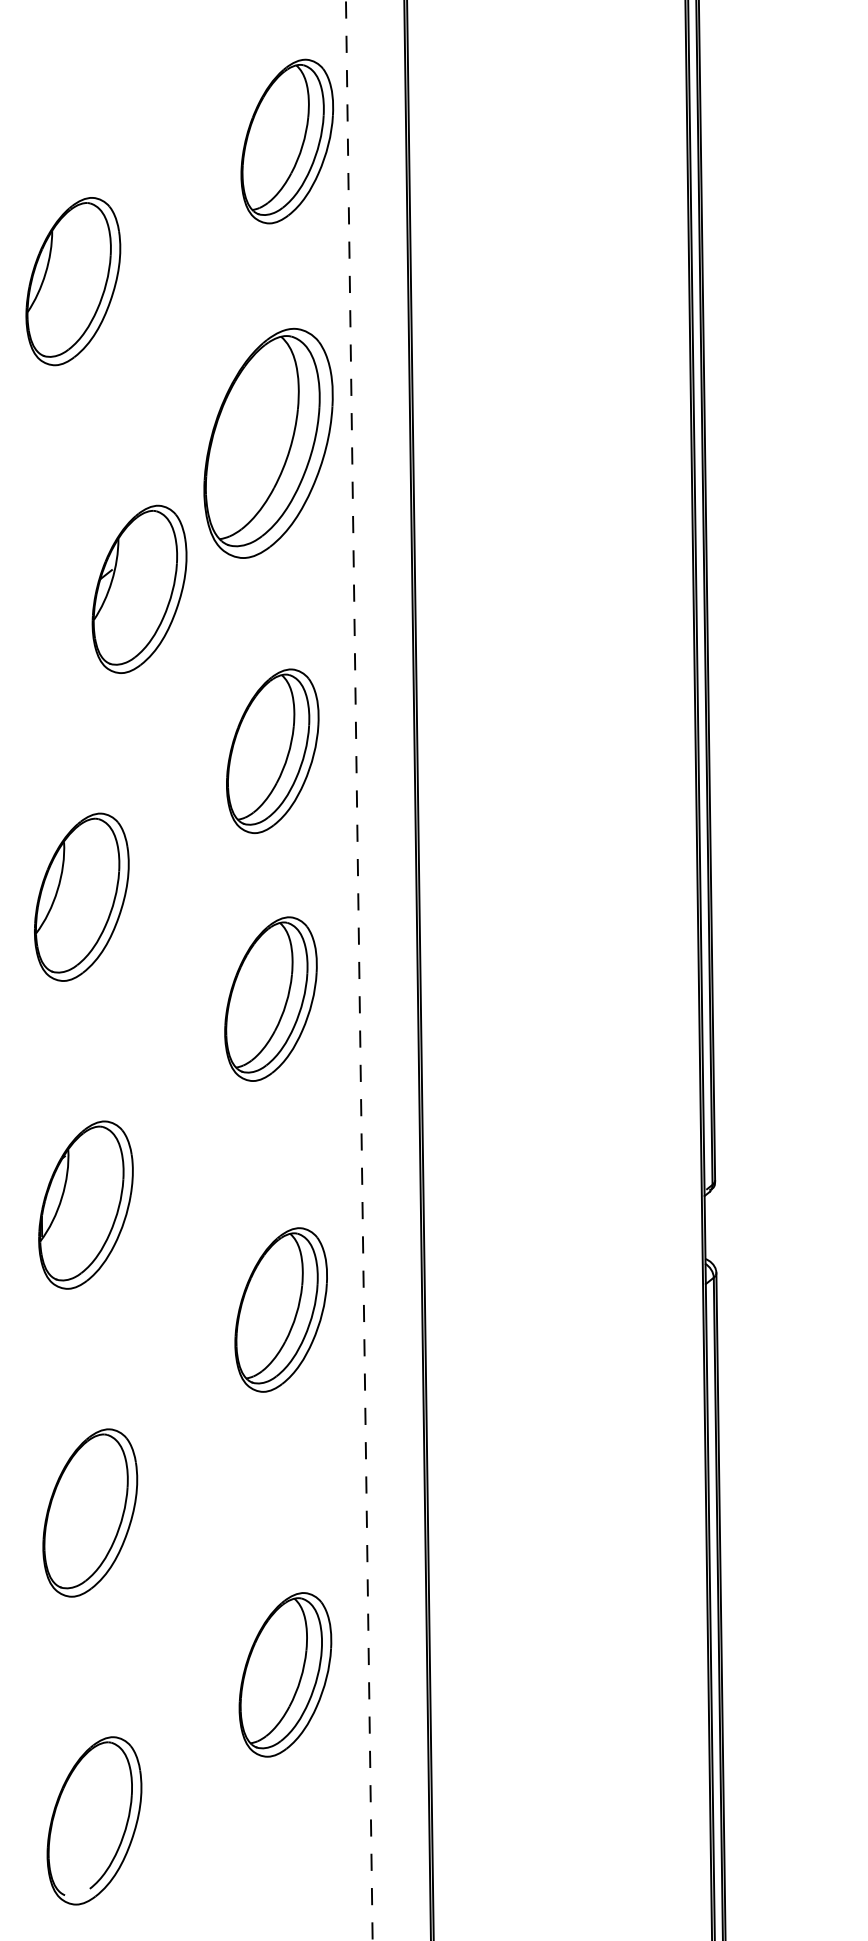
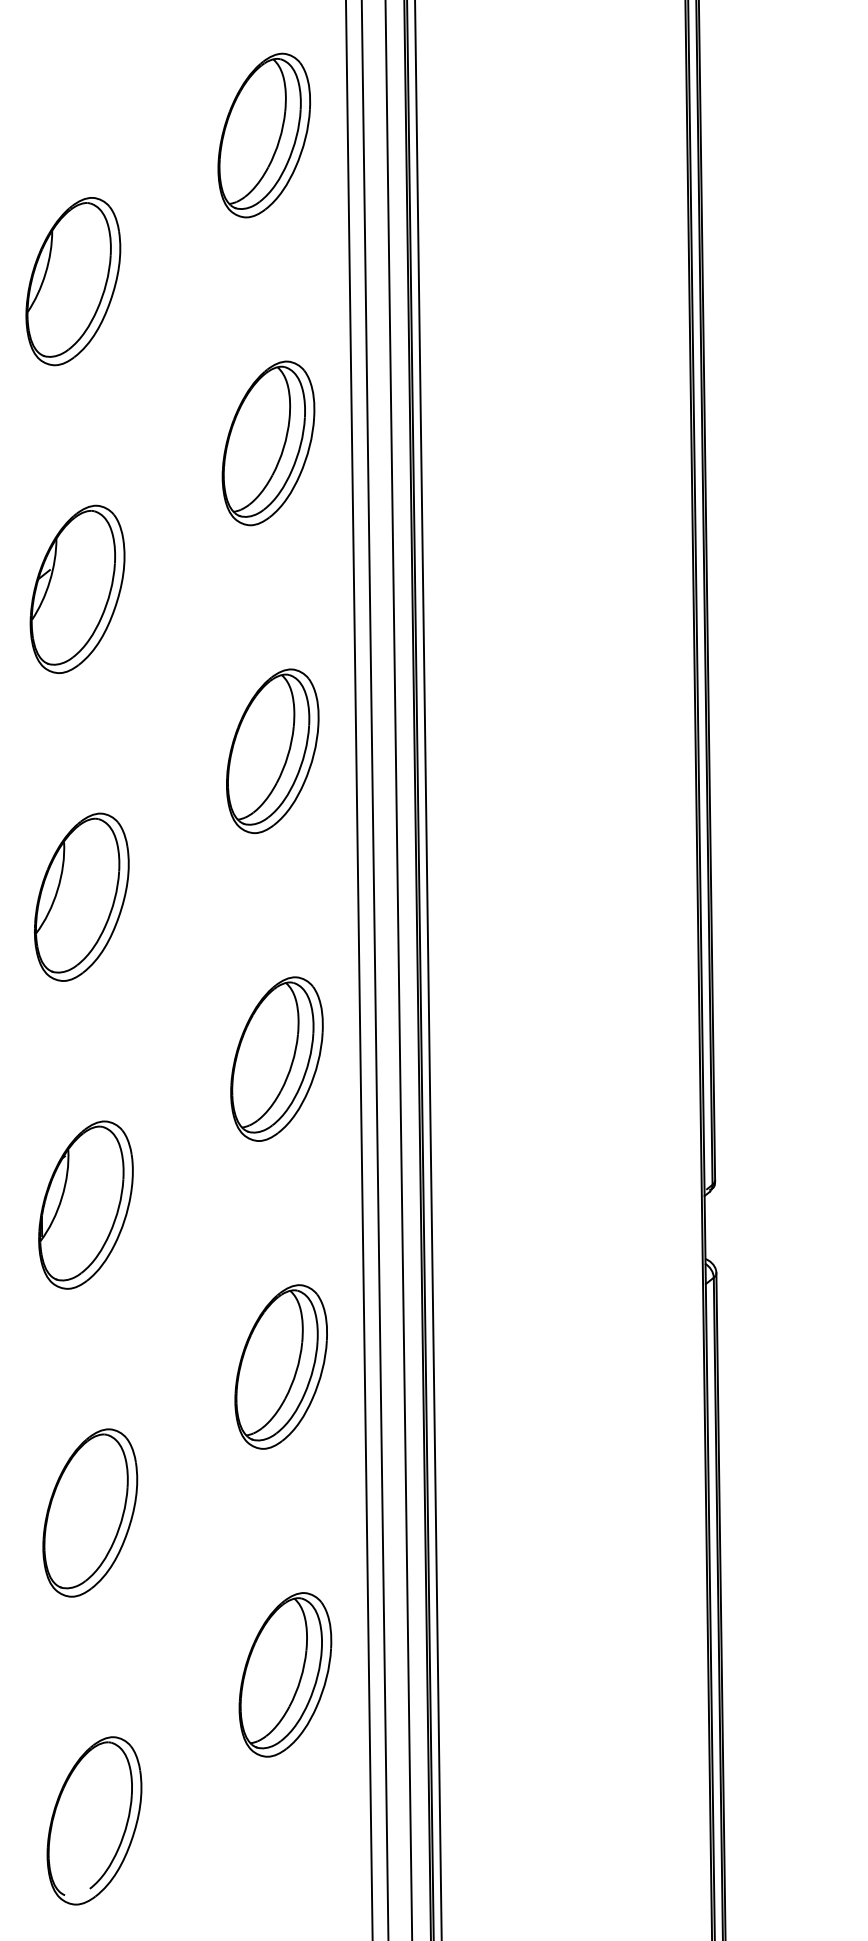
part at (287, 141) position: (287, 141) -> (264, 135)
part at (268, 442) size: 131x232 px -> 95x167 px
part at (139, 588) position: (139, 588) -> (77, 588)
line at (374, 969): none -> present
line at (398, 969): none -> present
line at (428, 969): none -> present
line at (359, 970): dashed -> solid
part at (270, 998) position: (270, 998) -> (276, 1058)
part at (280, 1309) position: (280, 1309) -> (280, 1366)
